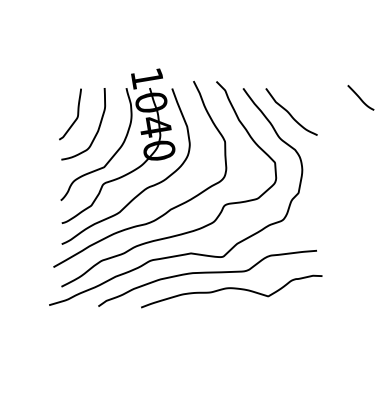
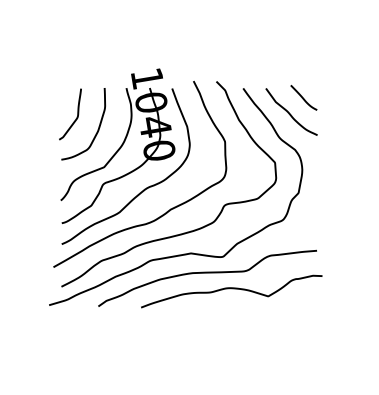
curve at (360, 97) position: (360, 97) -> (303, 97)
